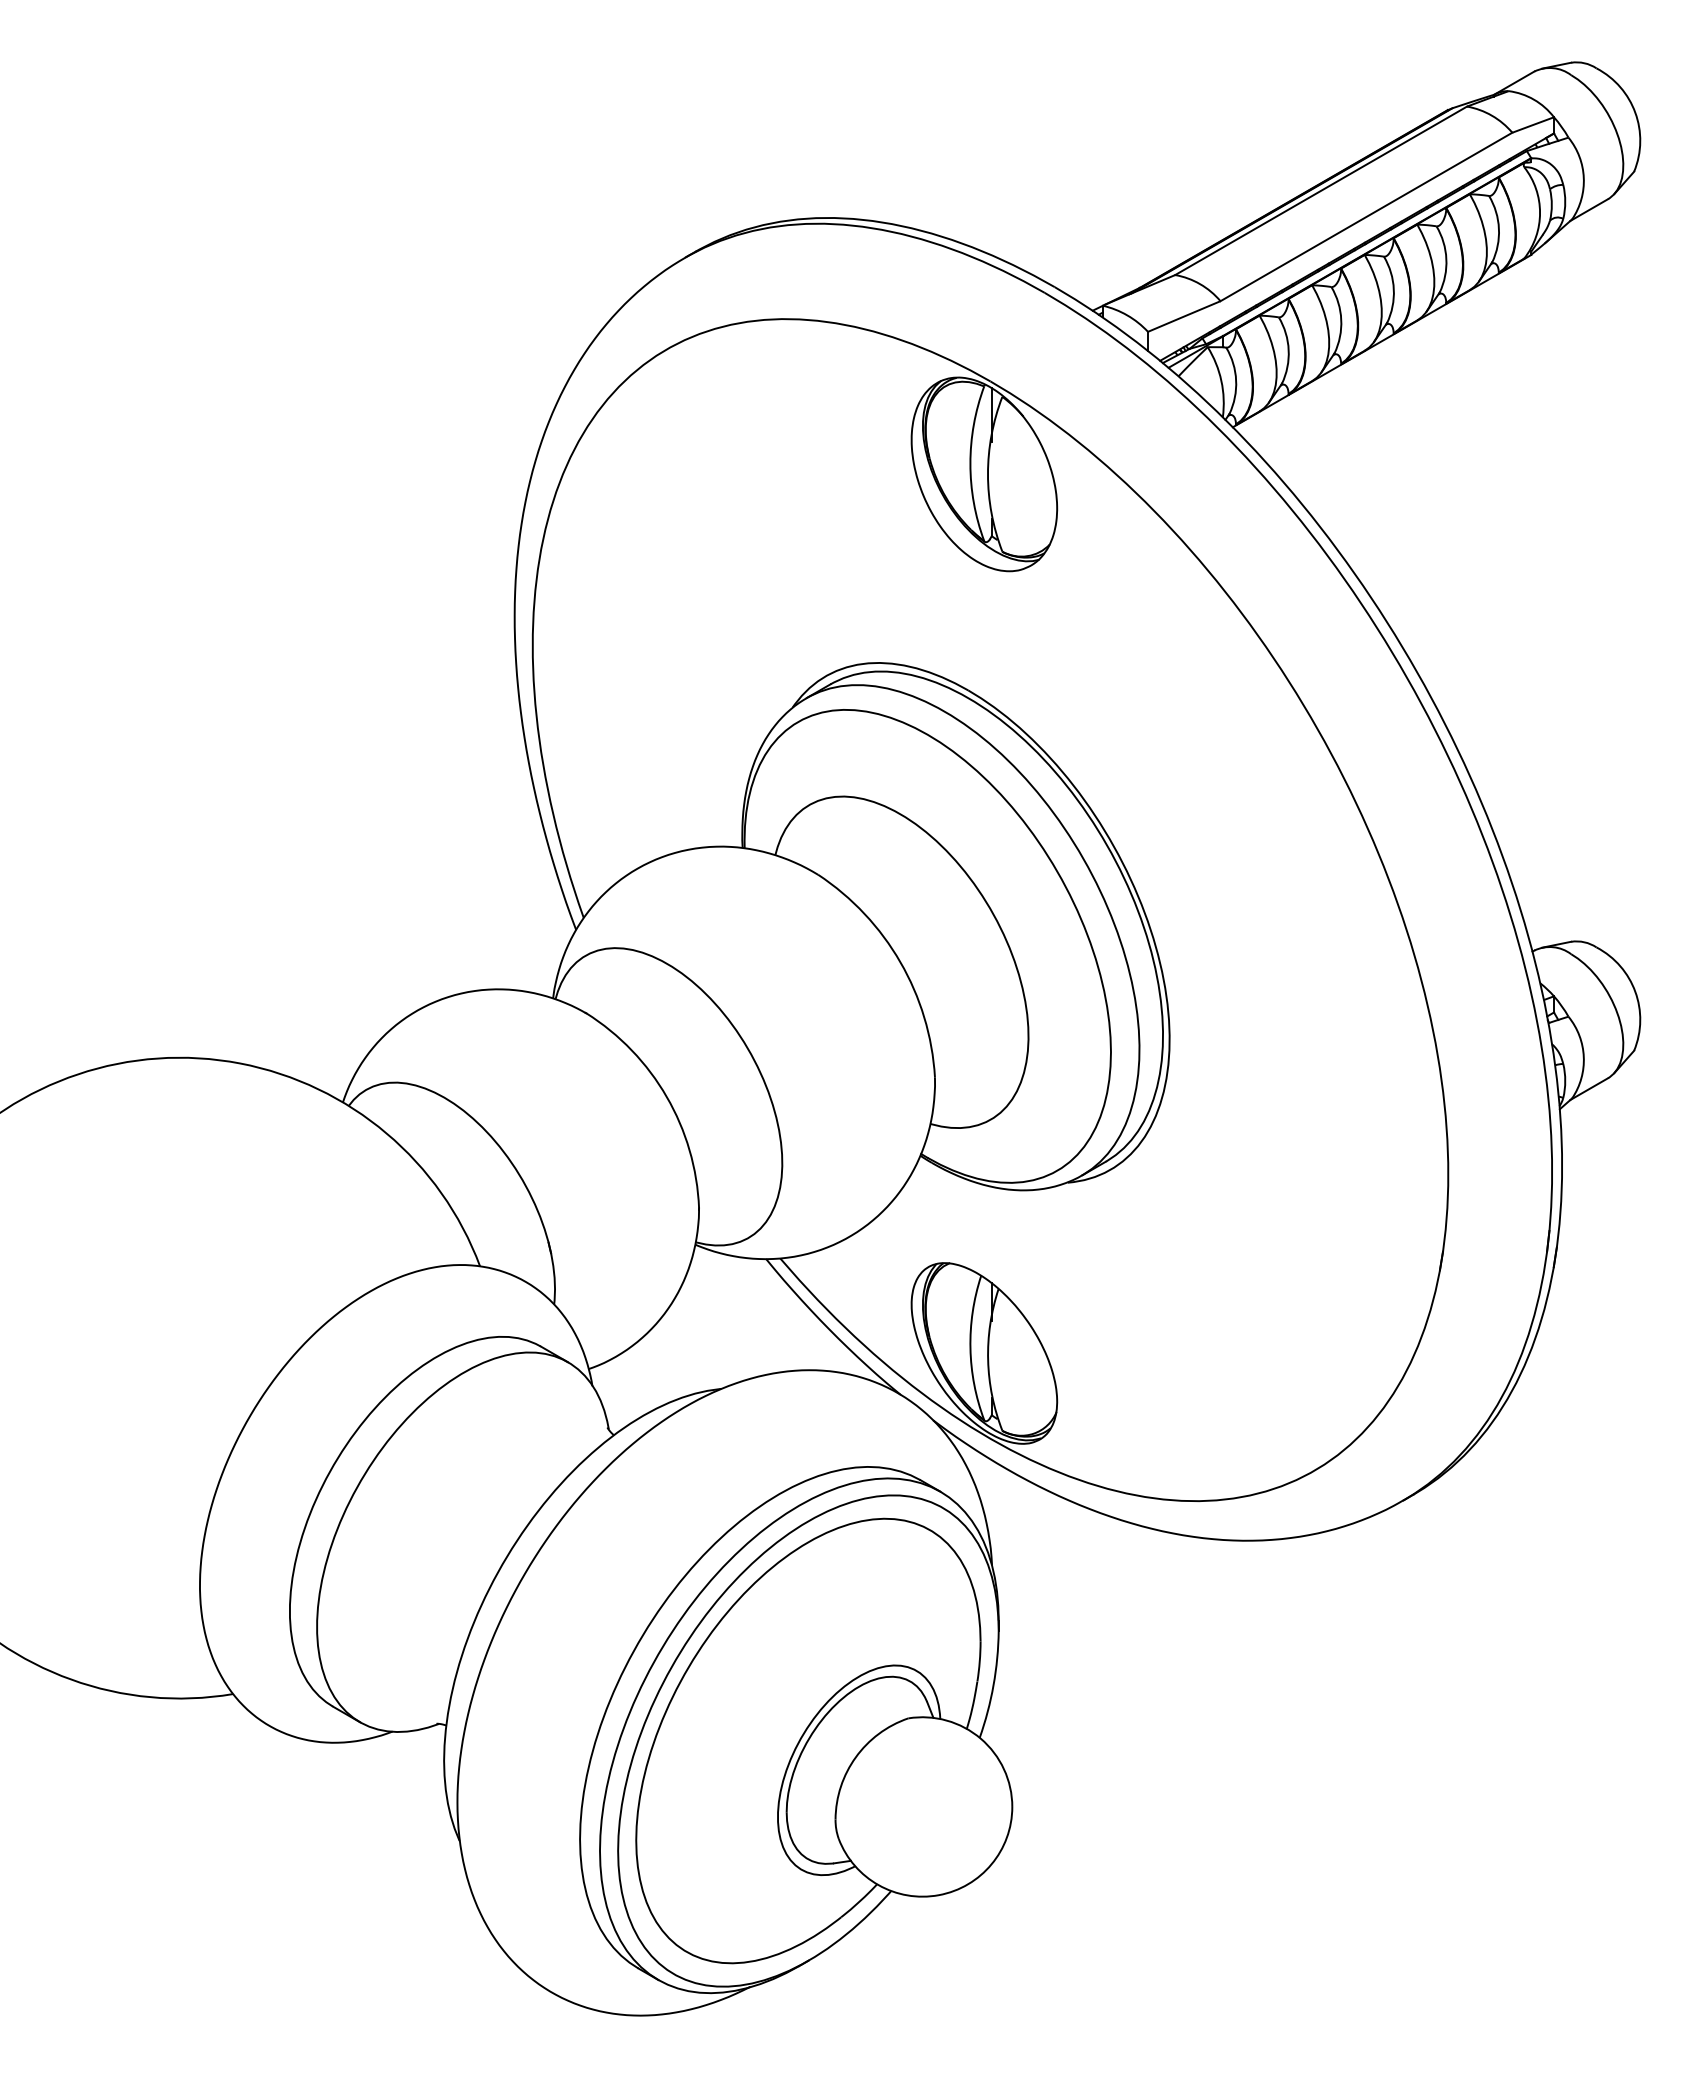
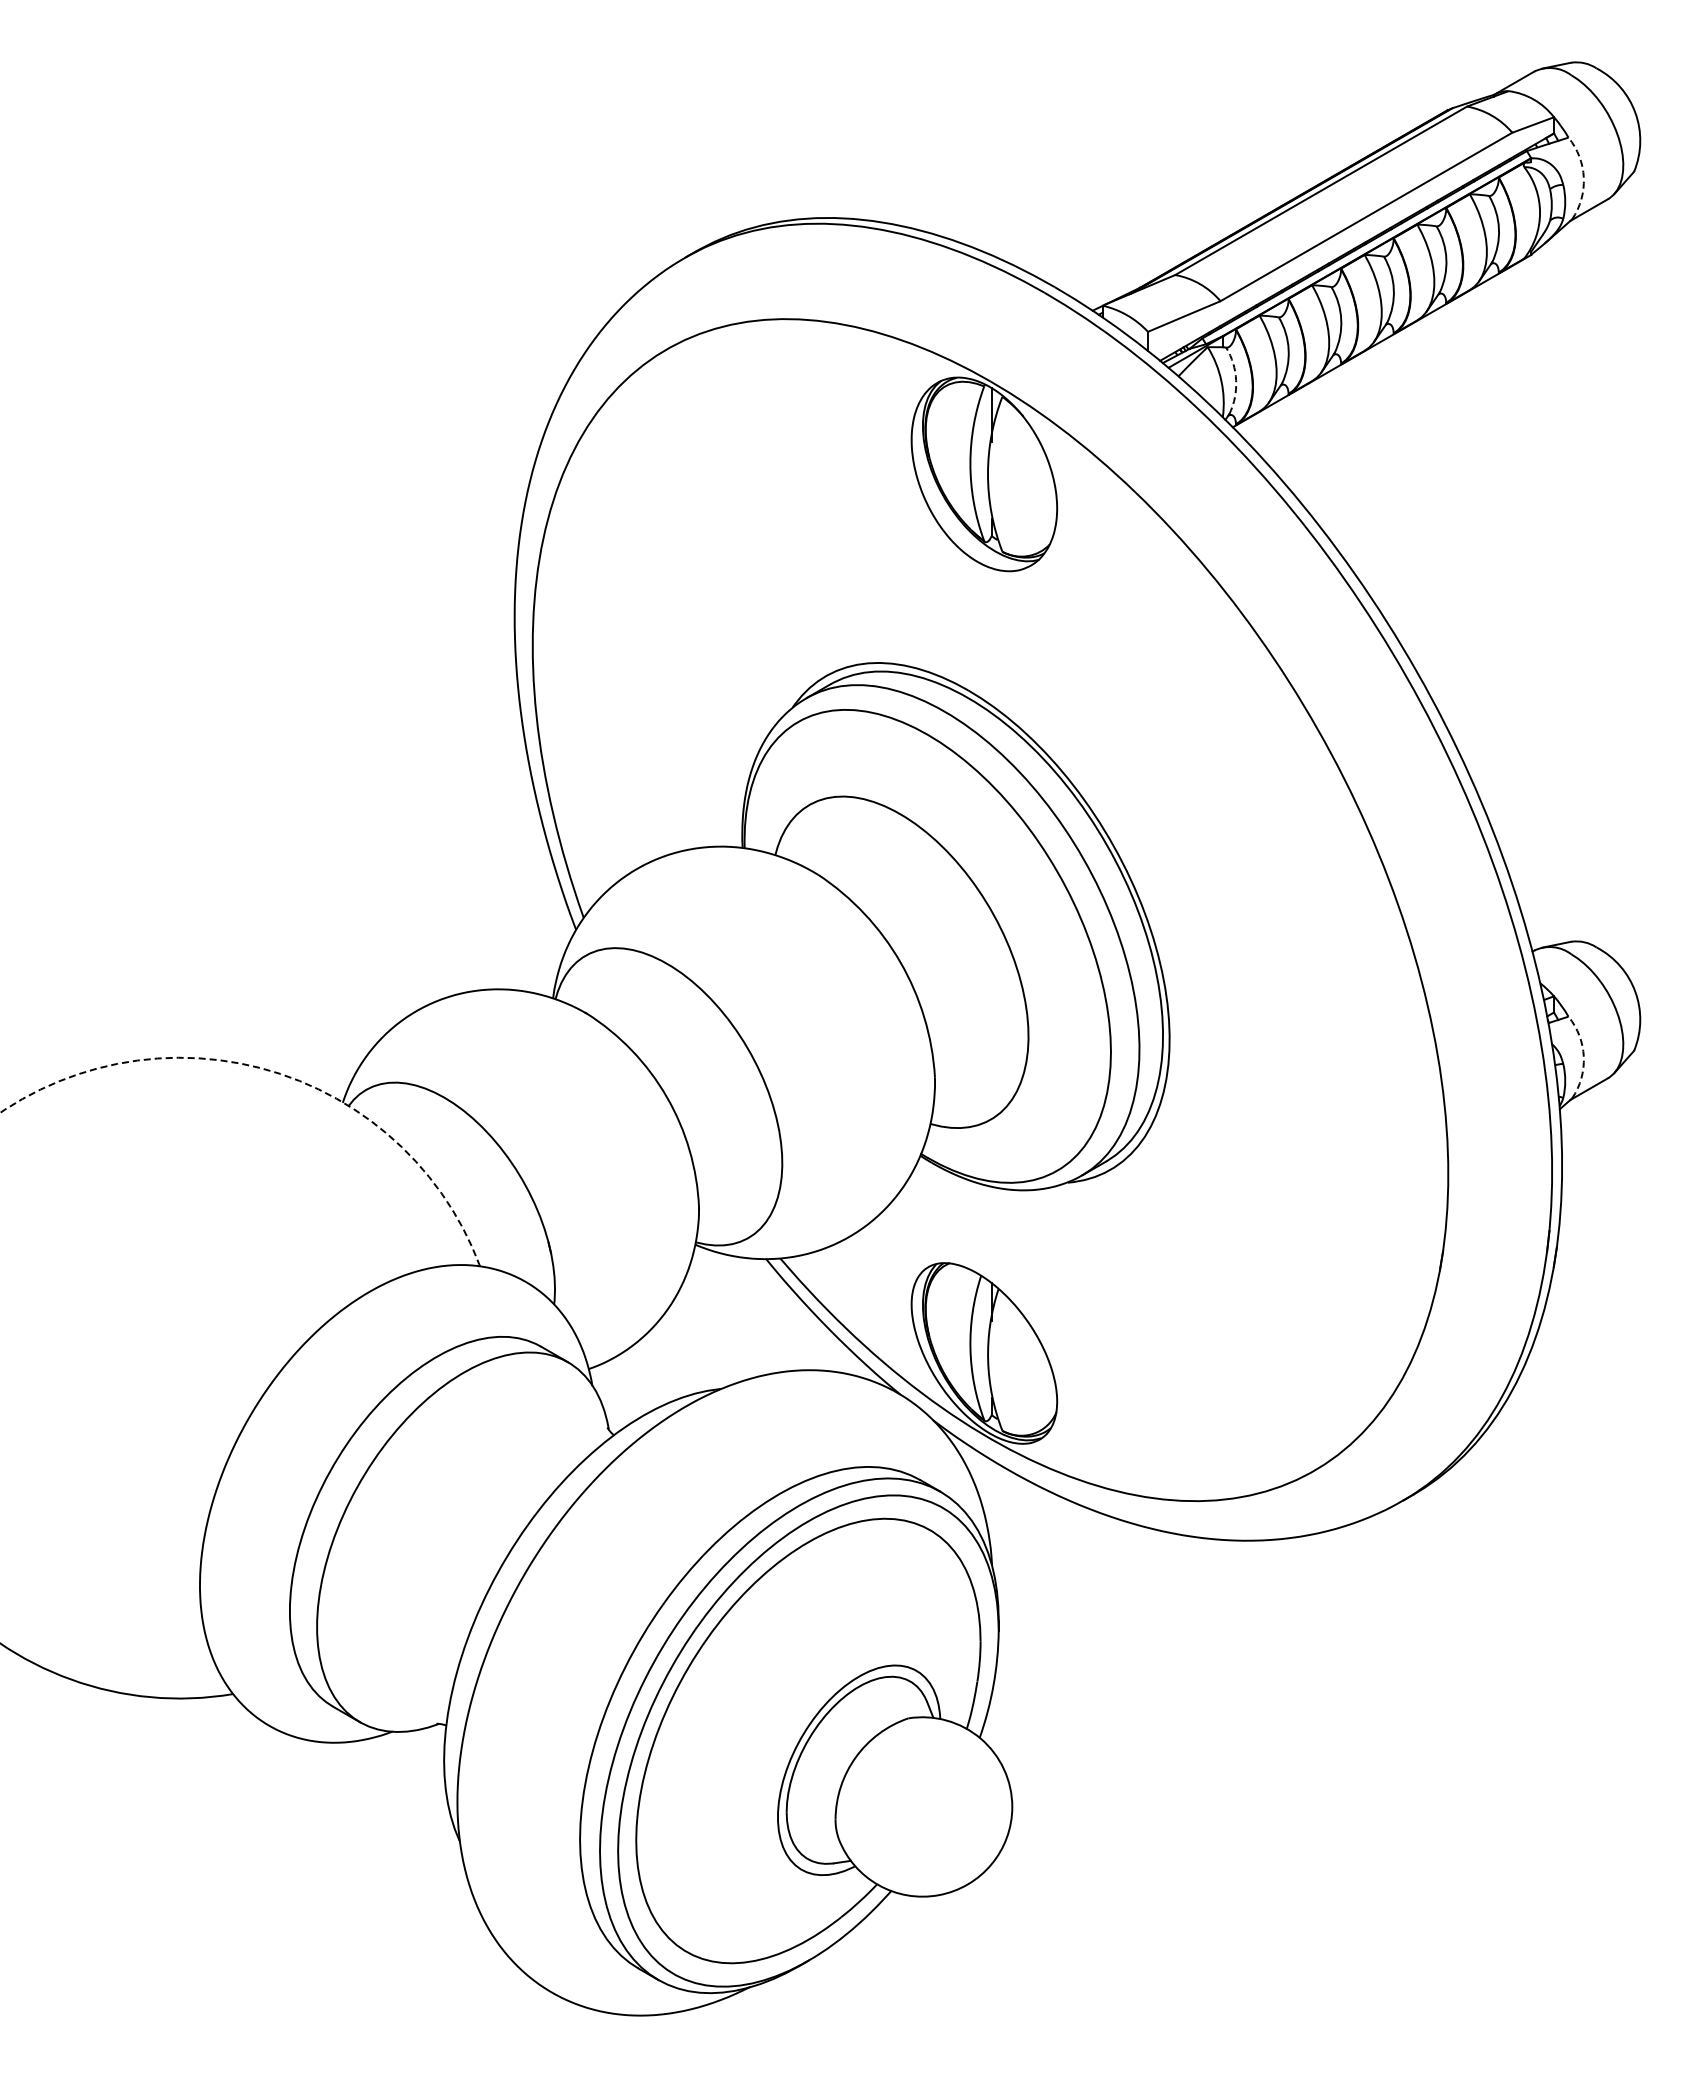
arc at (1583, 177): solid -> dashed
arc at (1236, 380): solid -> dashed
arc at (1583, 1056): solid -> dashed
arc at (277, 1073): solid -> dashed
